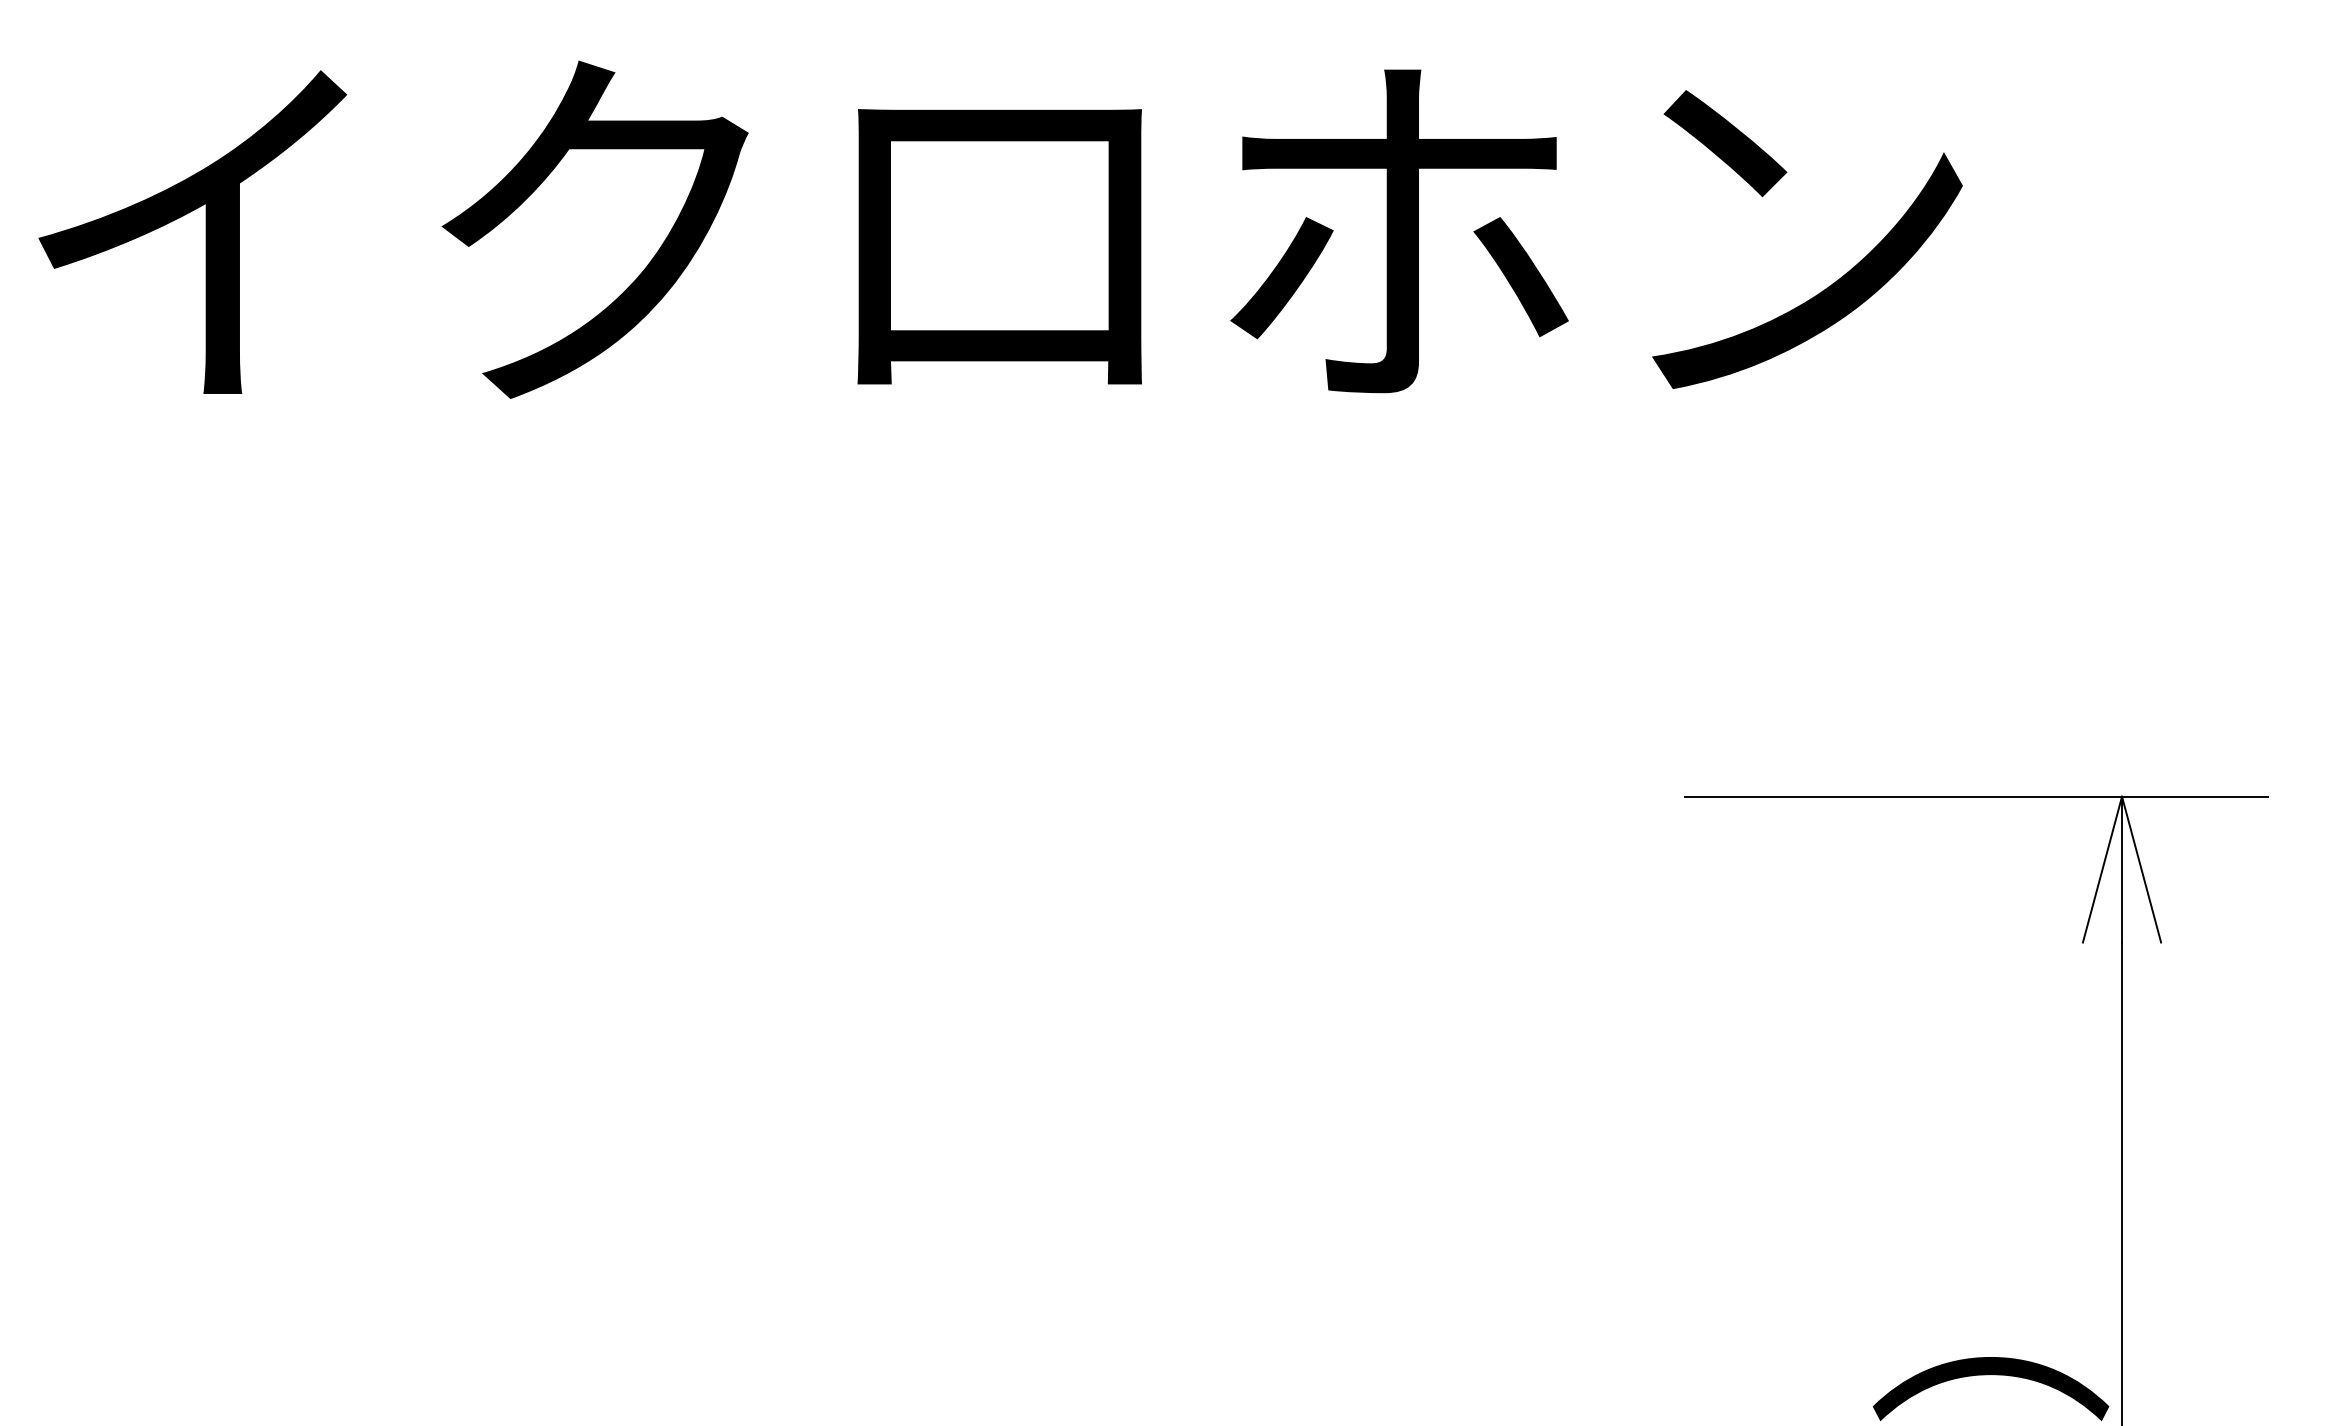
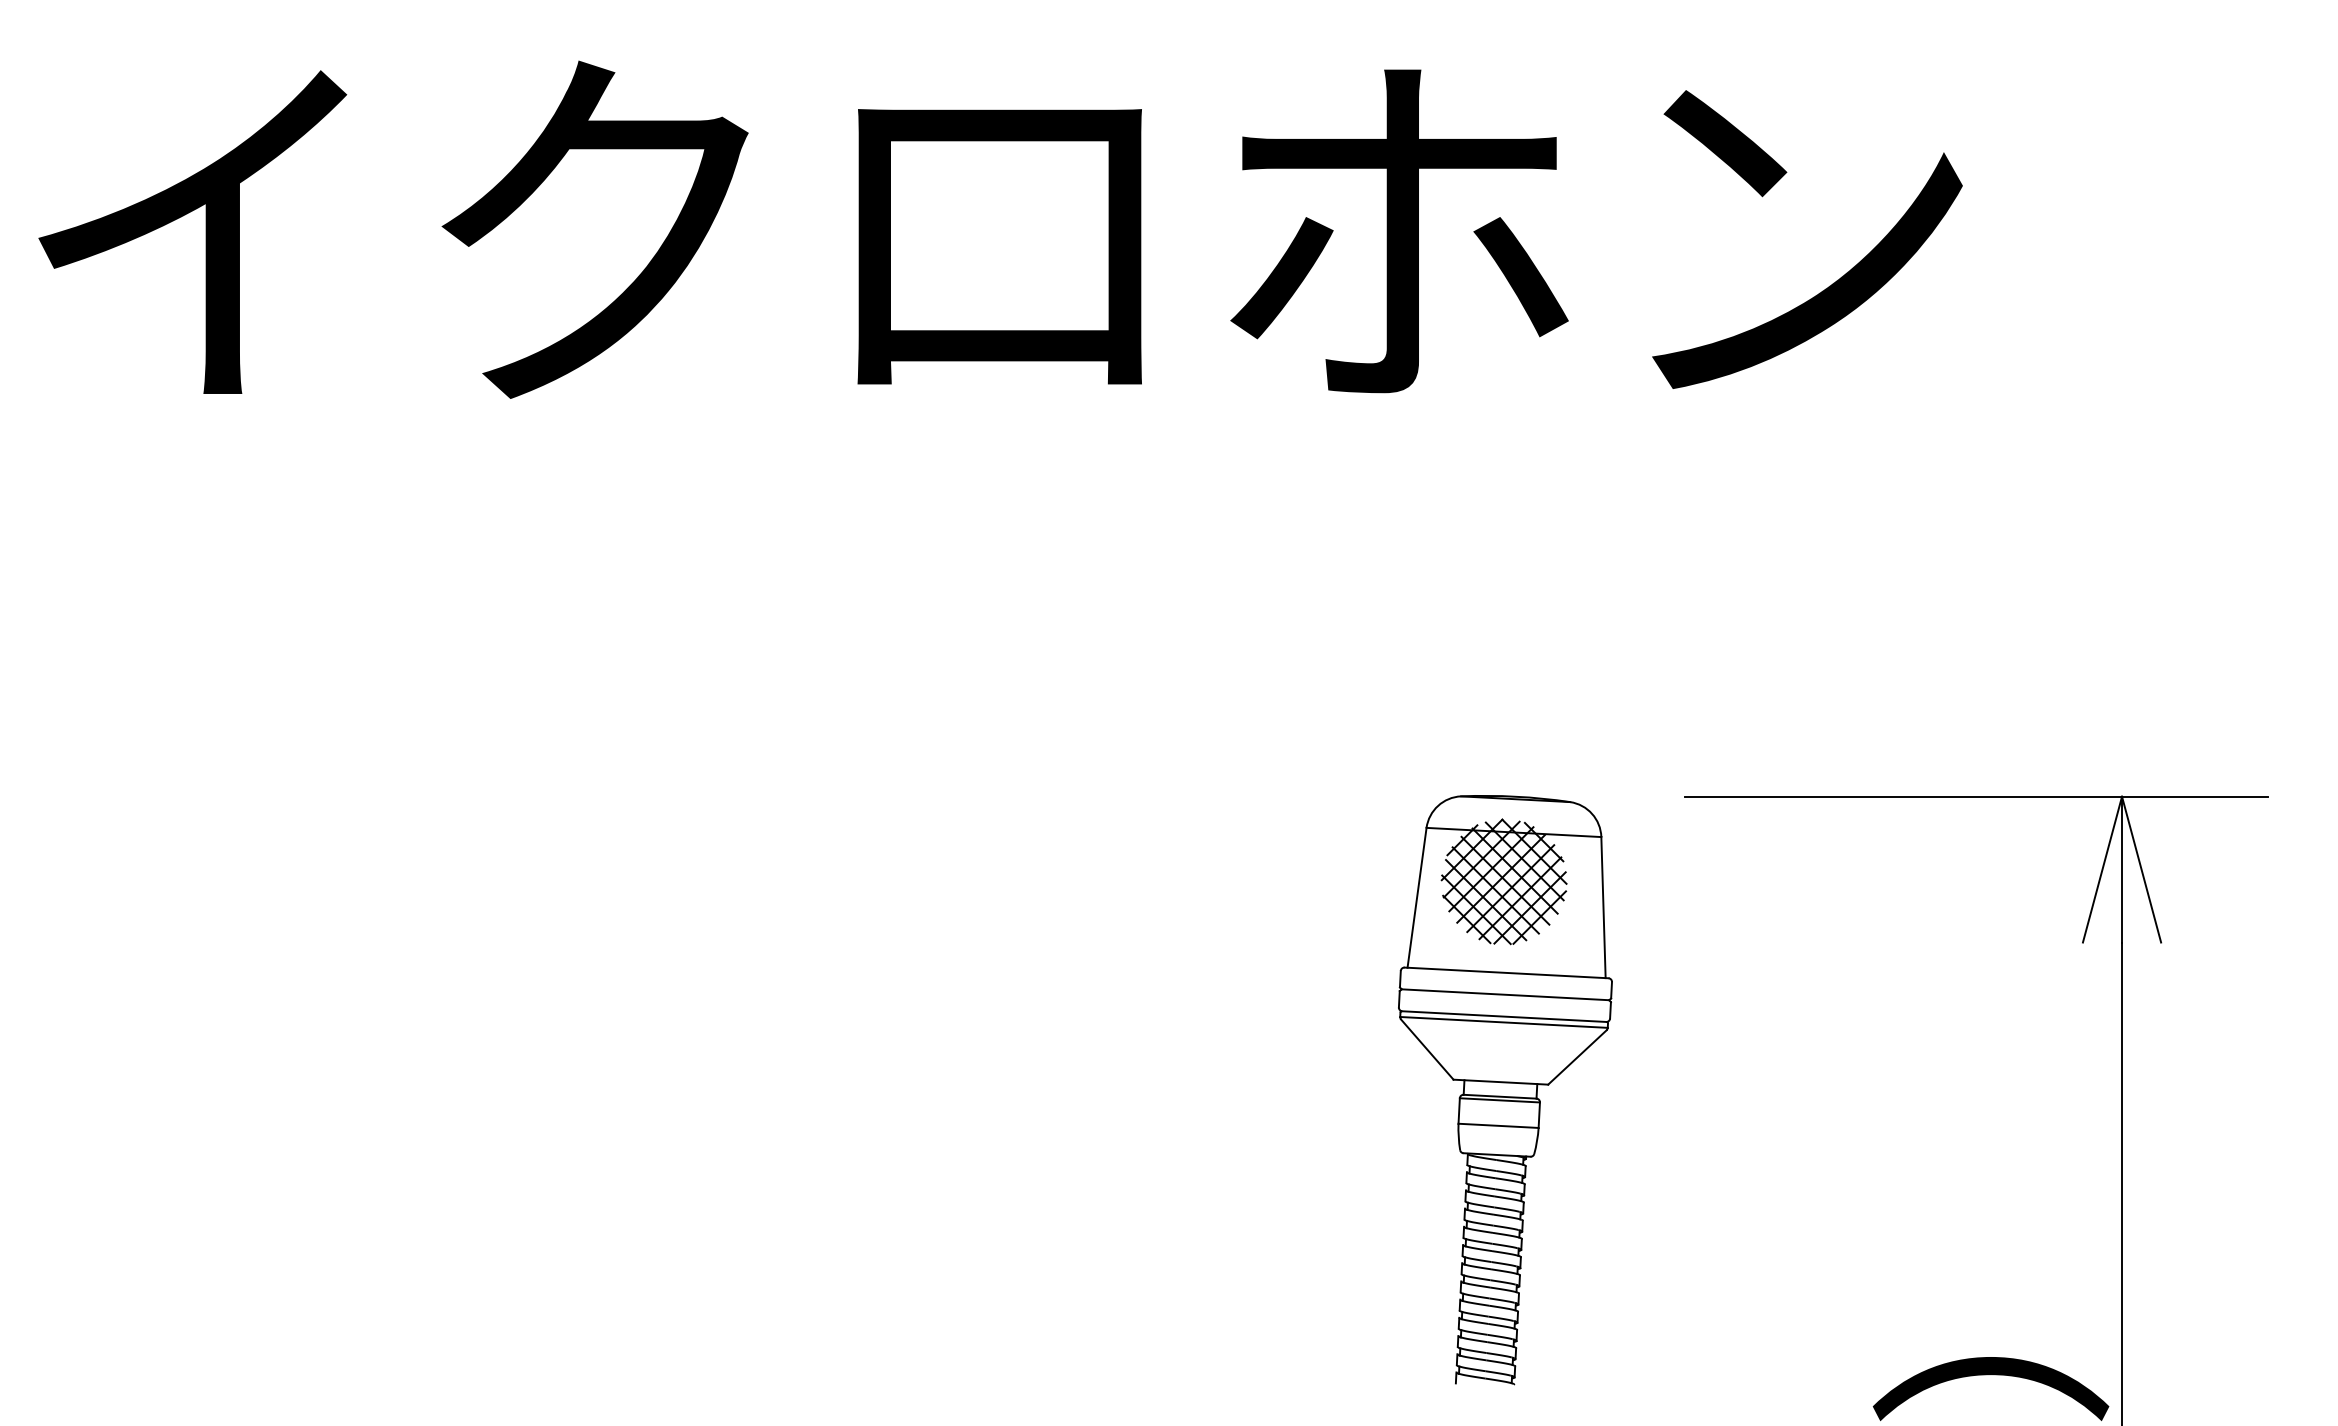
part at (1505, 1090): none -> present
